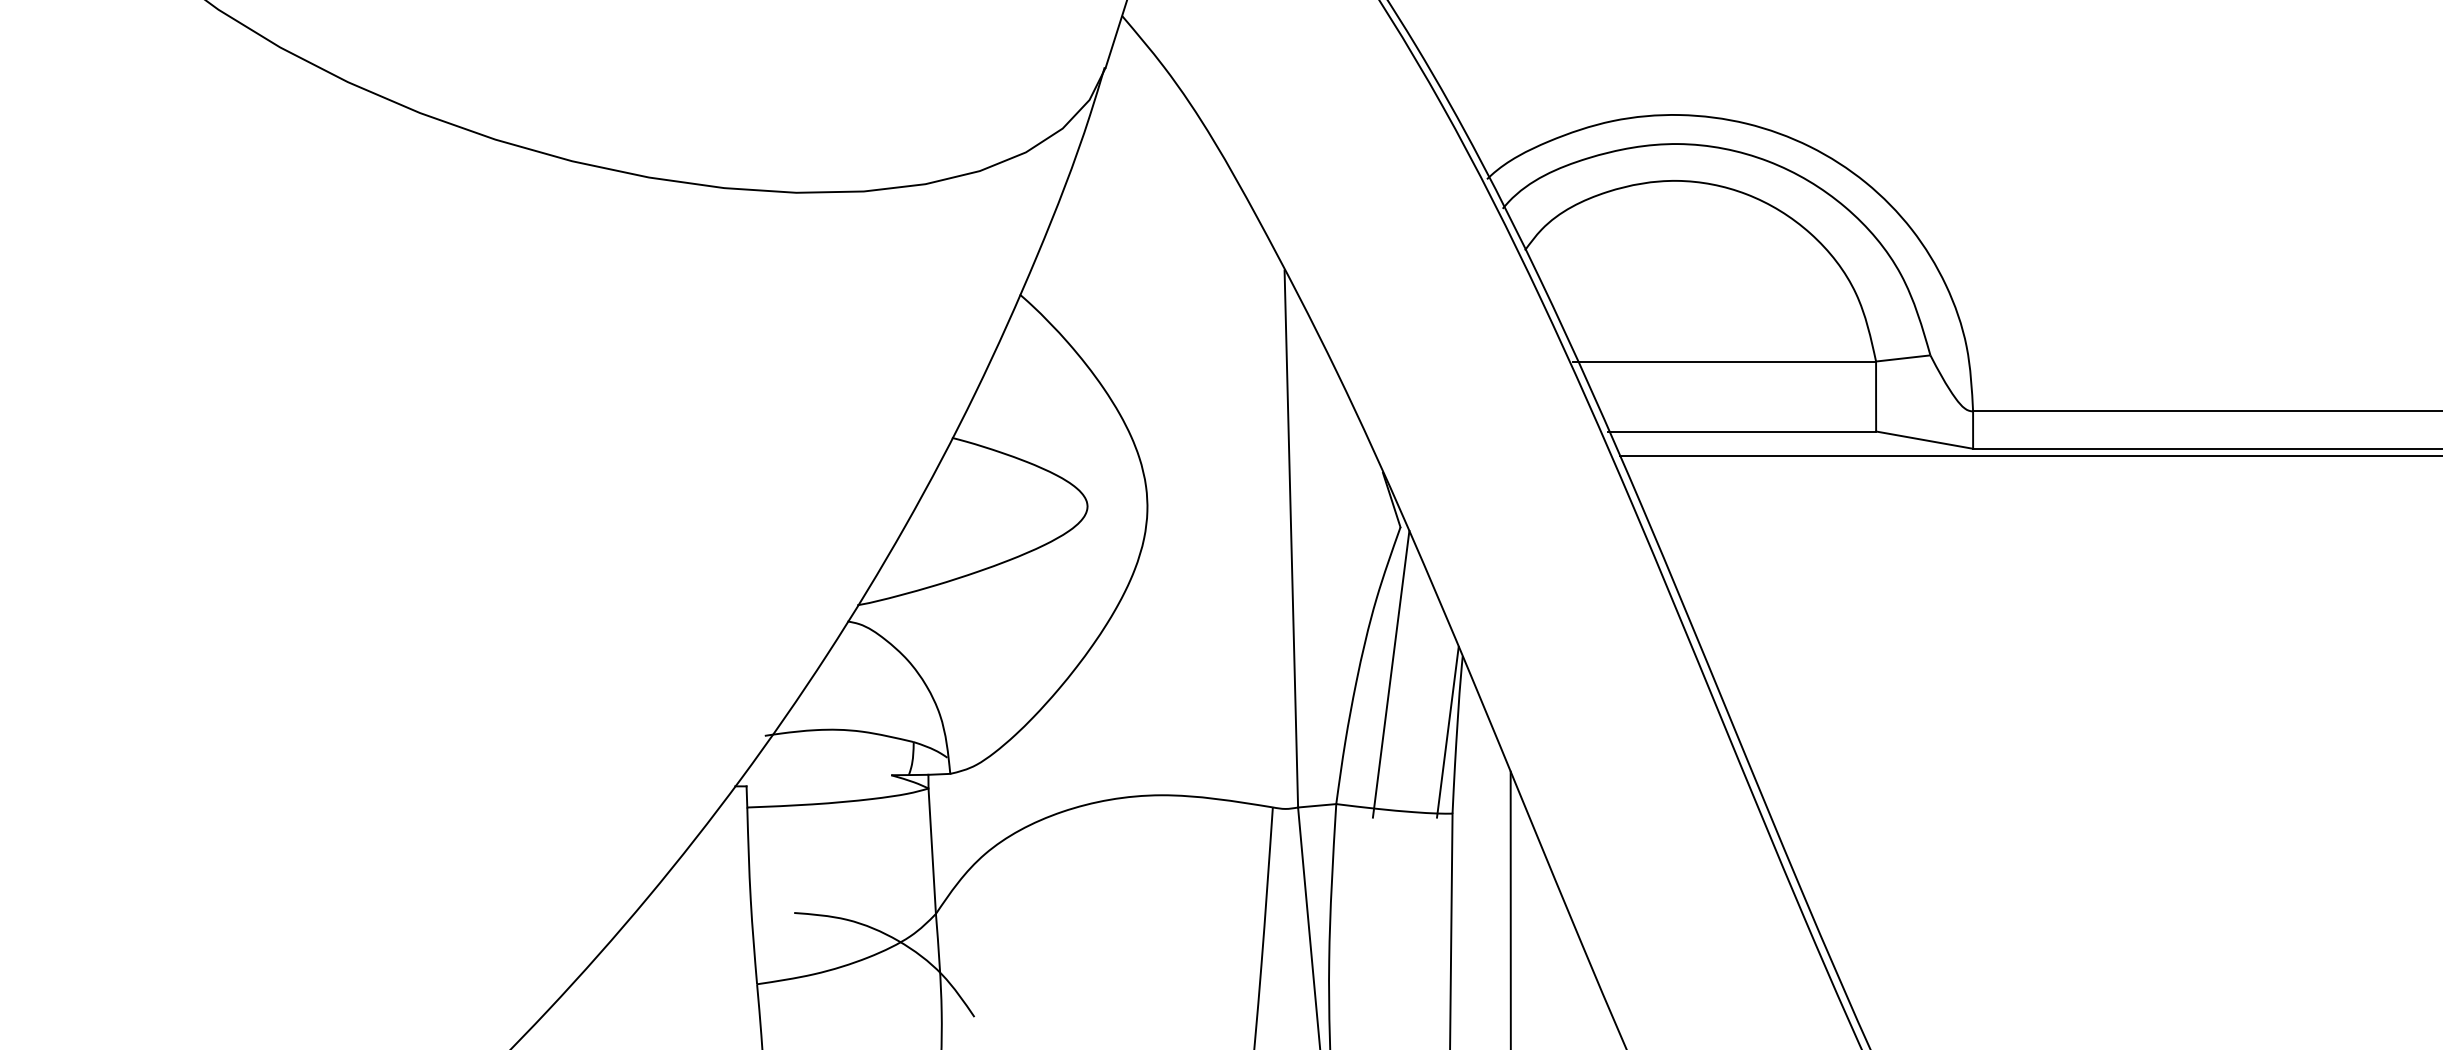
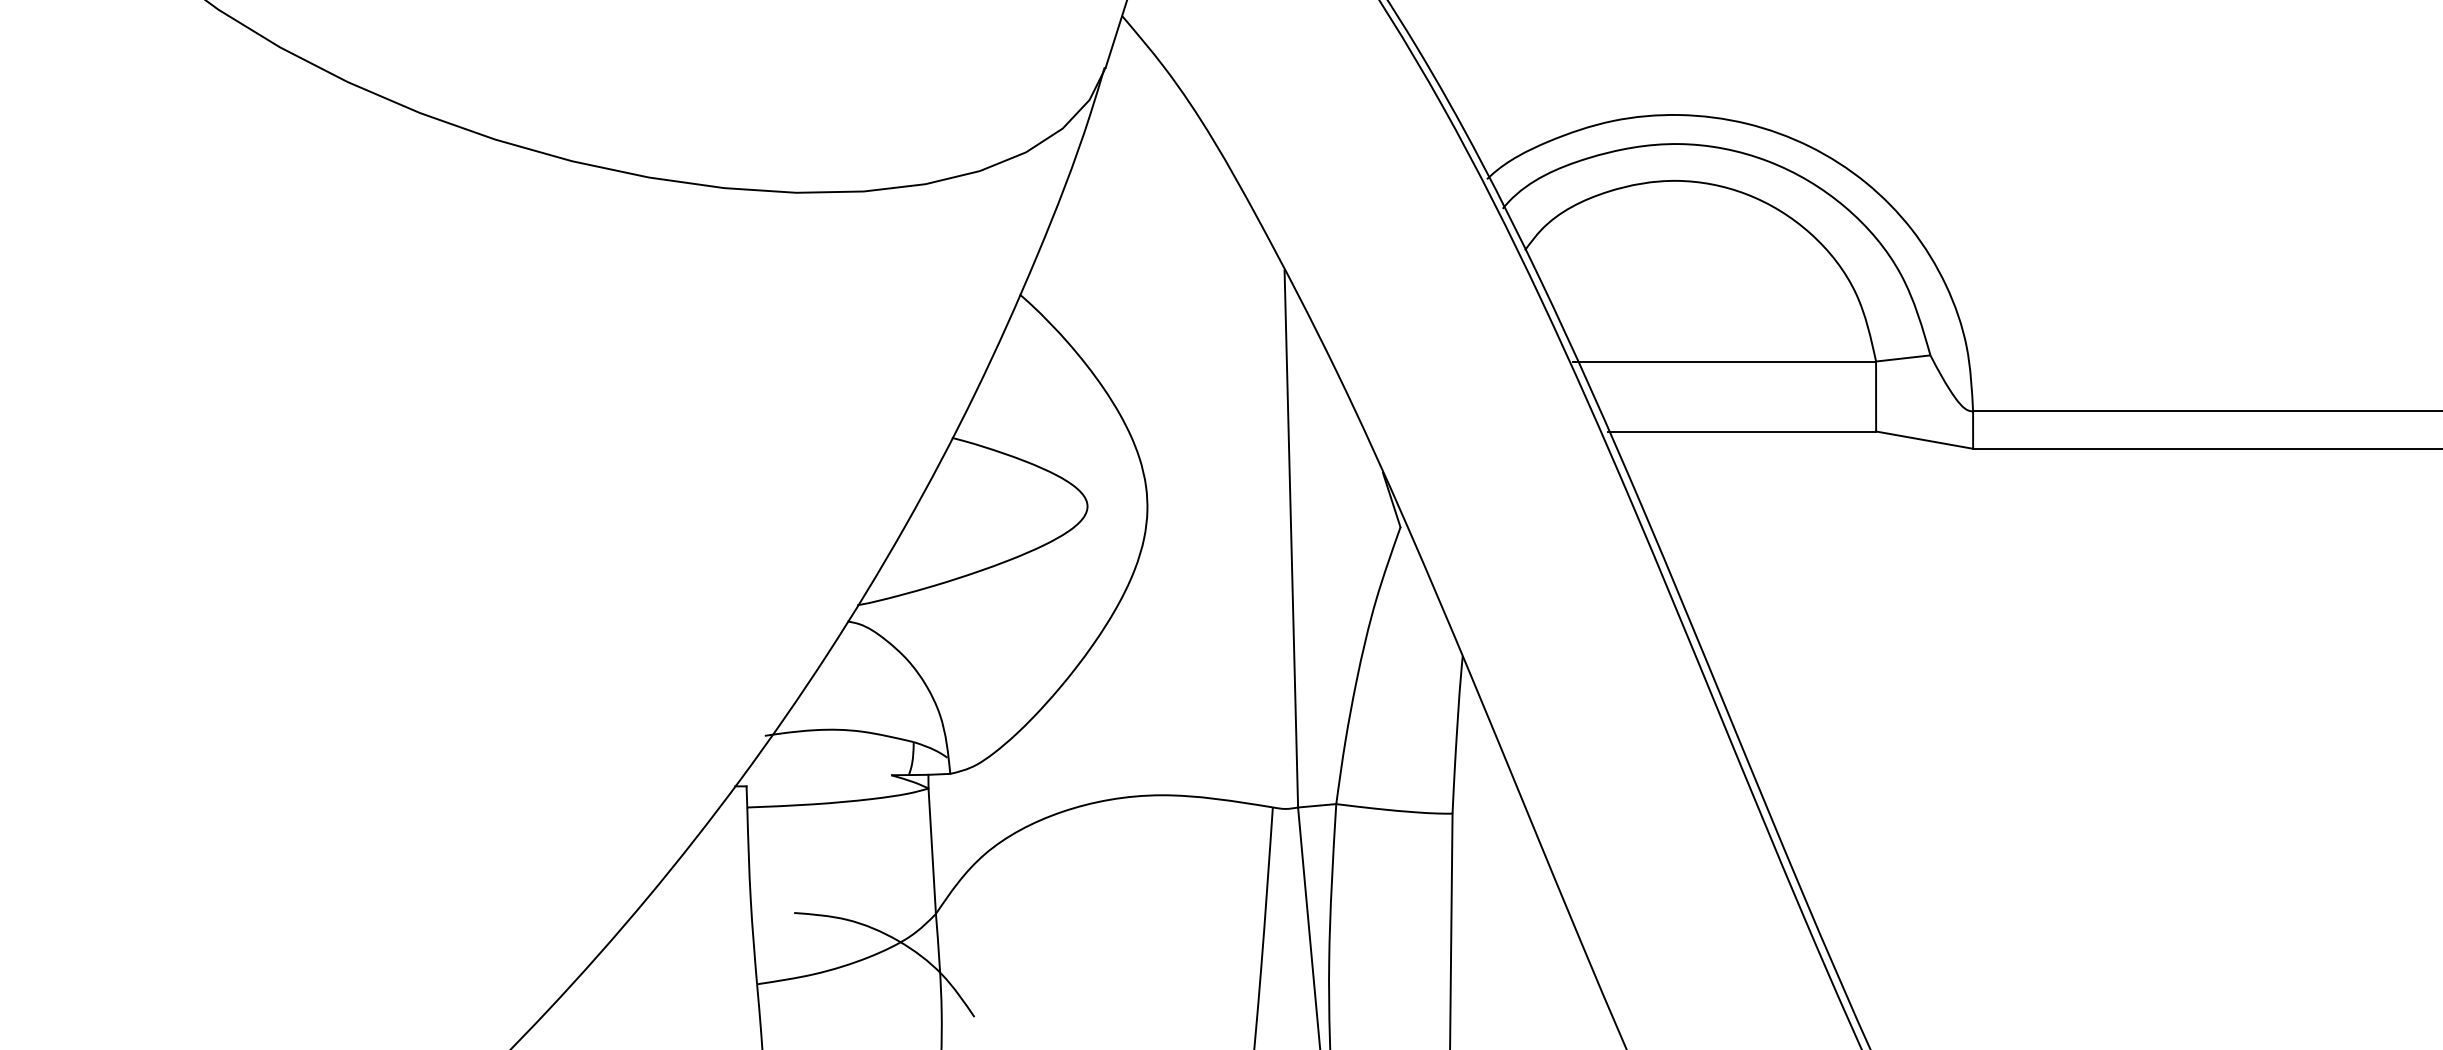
line at (2029, 456): present -> none
line at (1390, 673): present -> none
line at (1447, 731): present -> none
line at (1510, 908): present -> none
